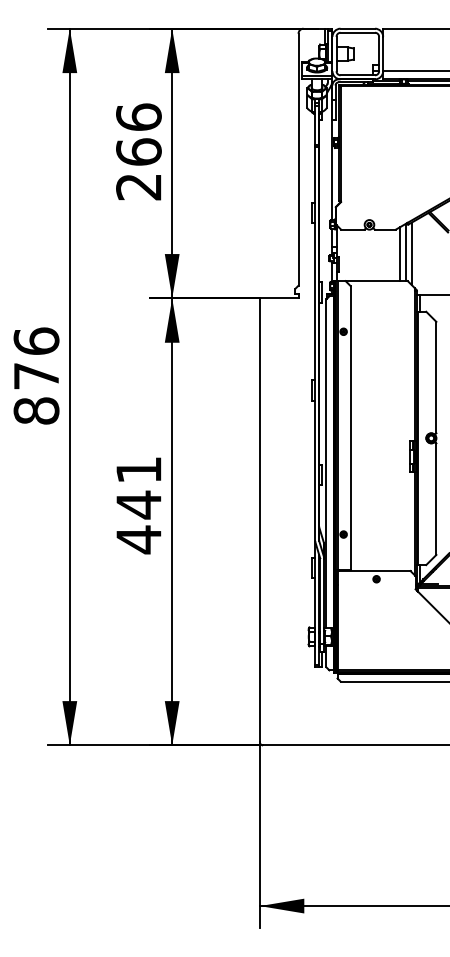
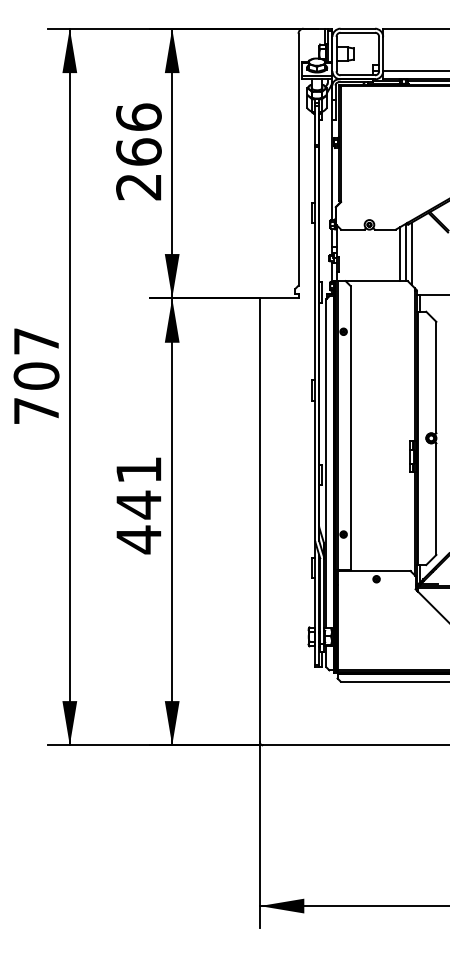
text at (36, 375): 876 -> 707
